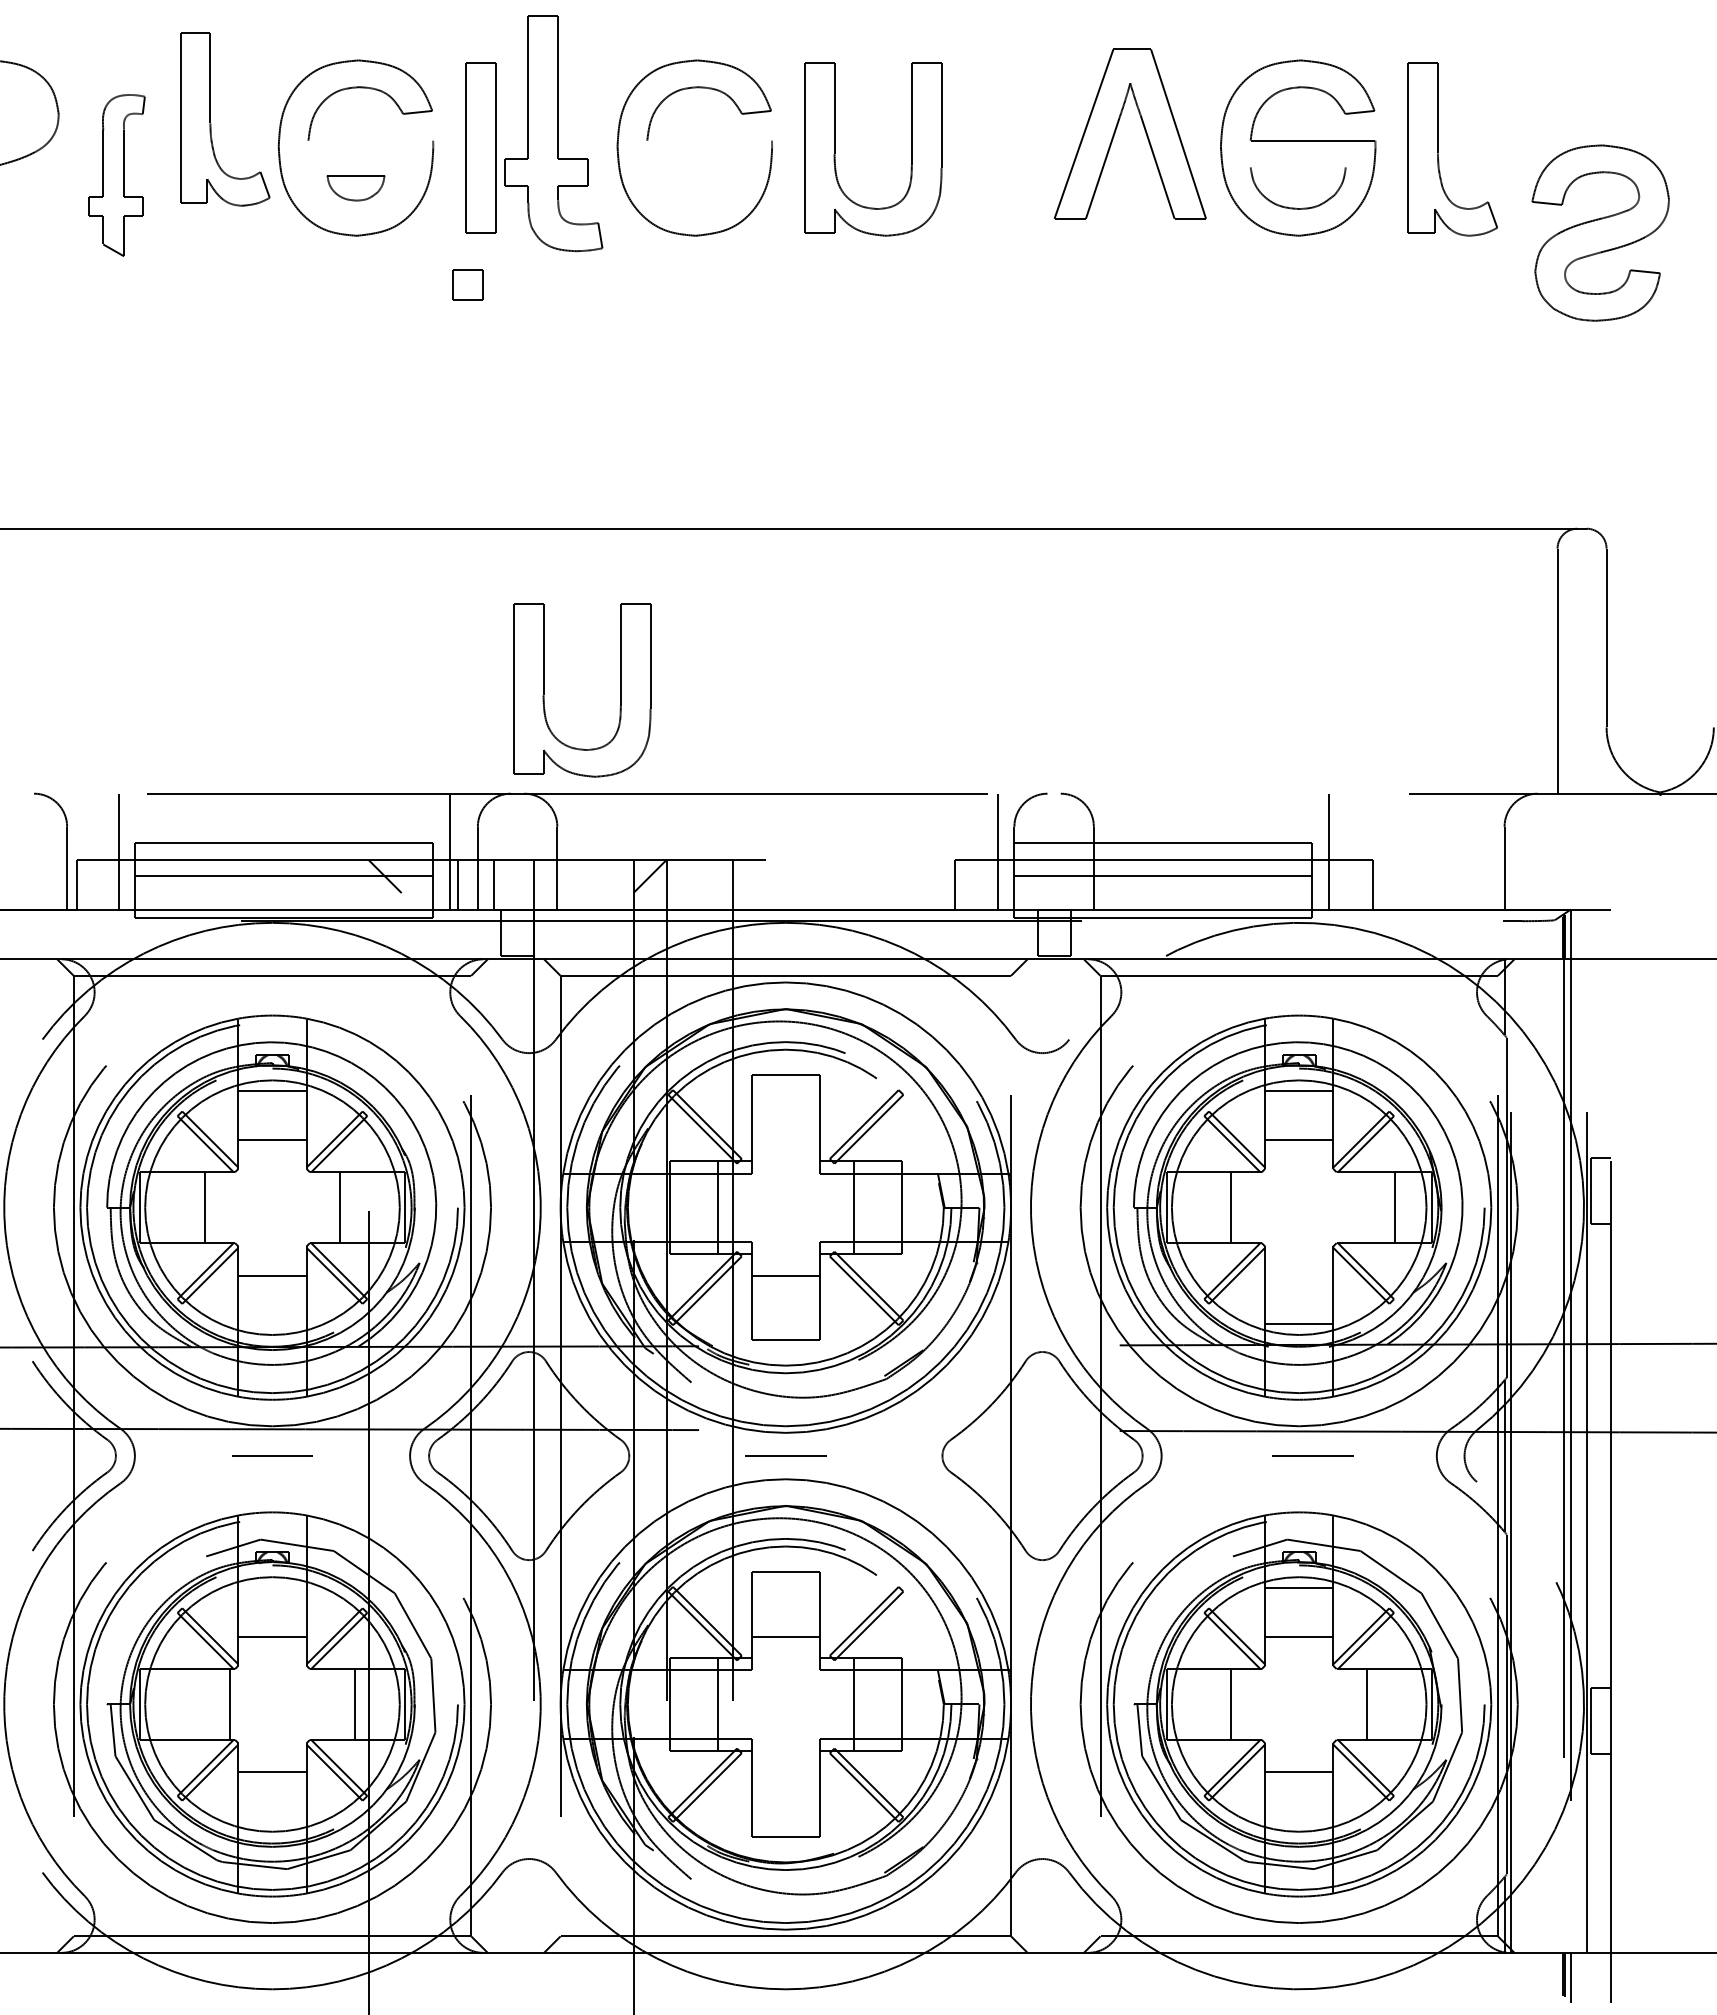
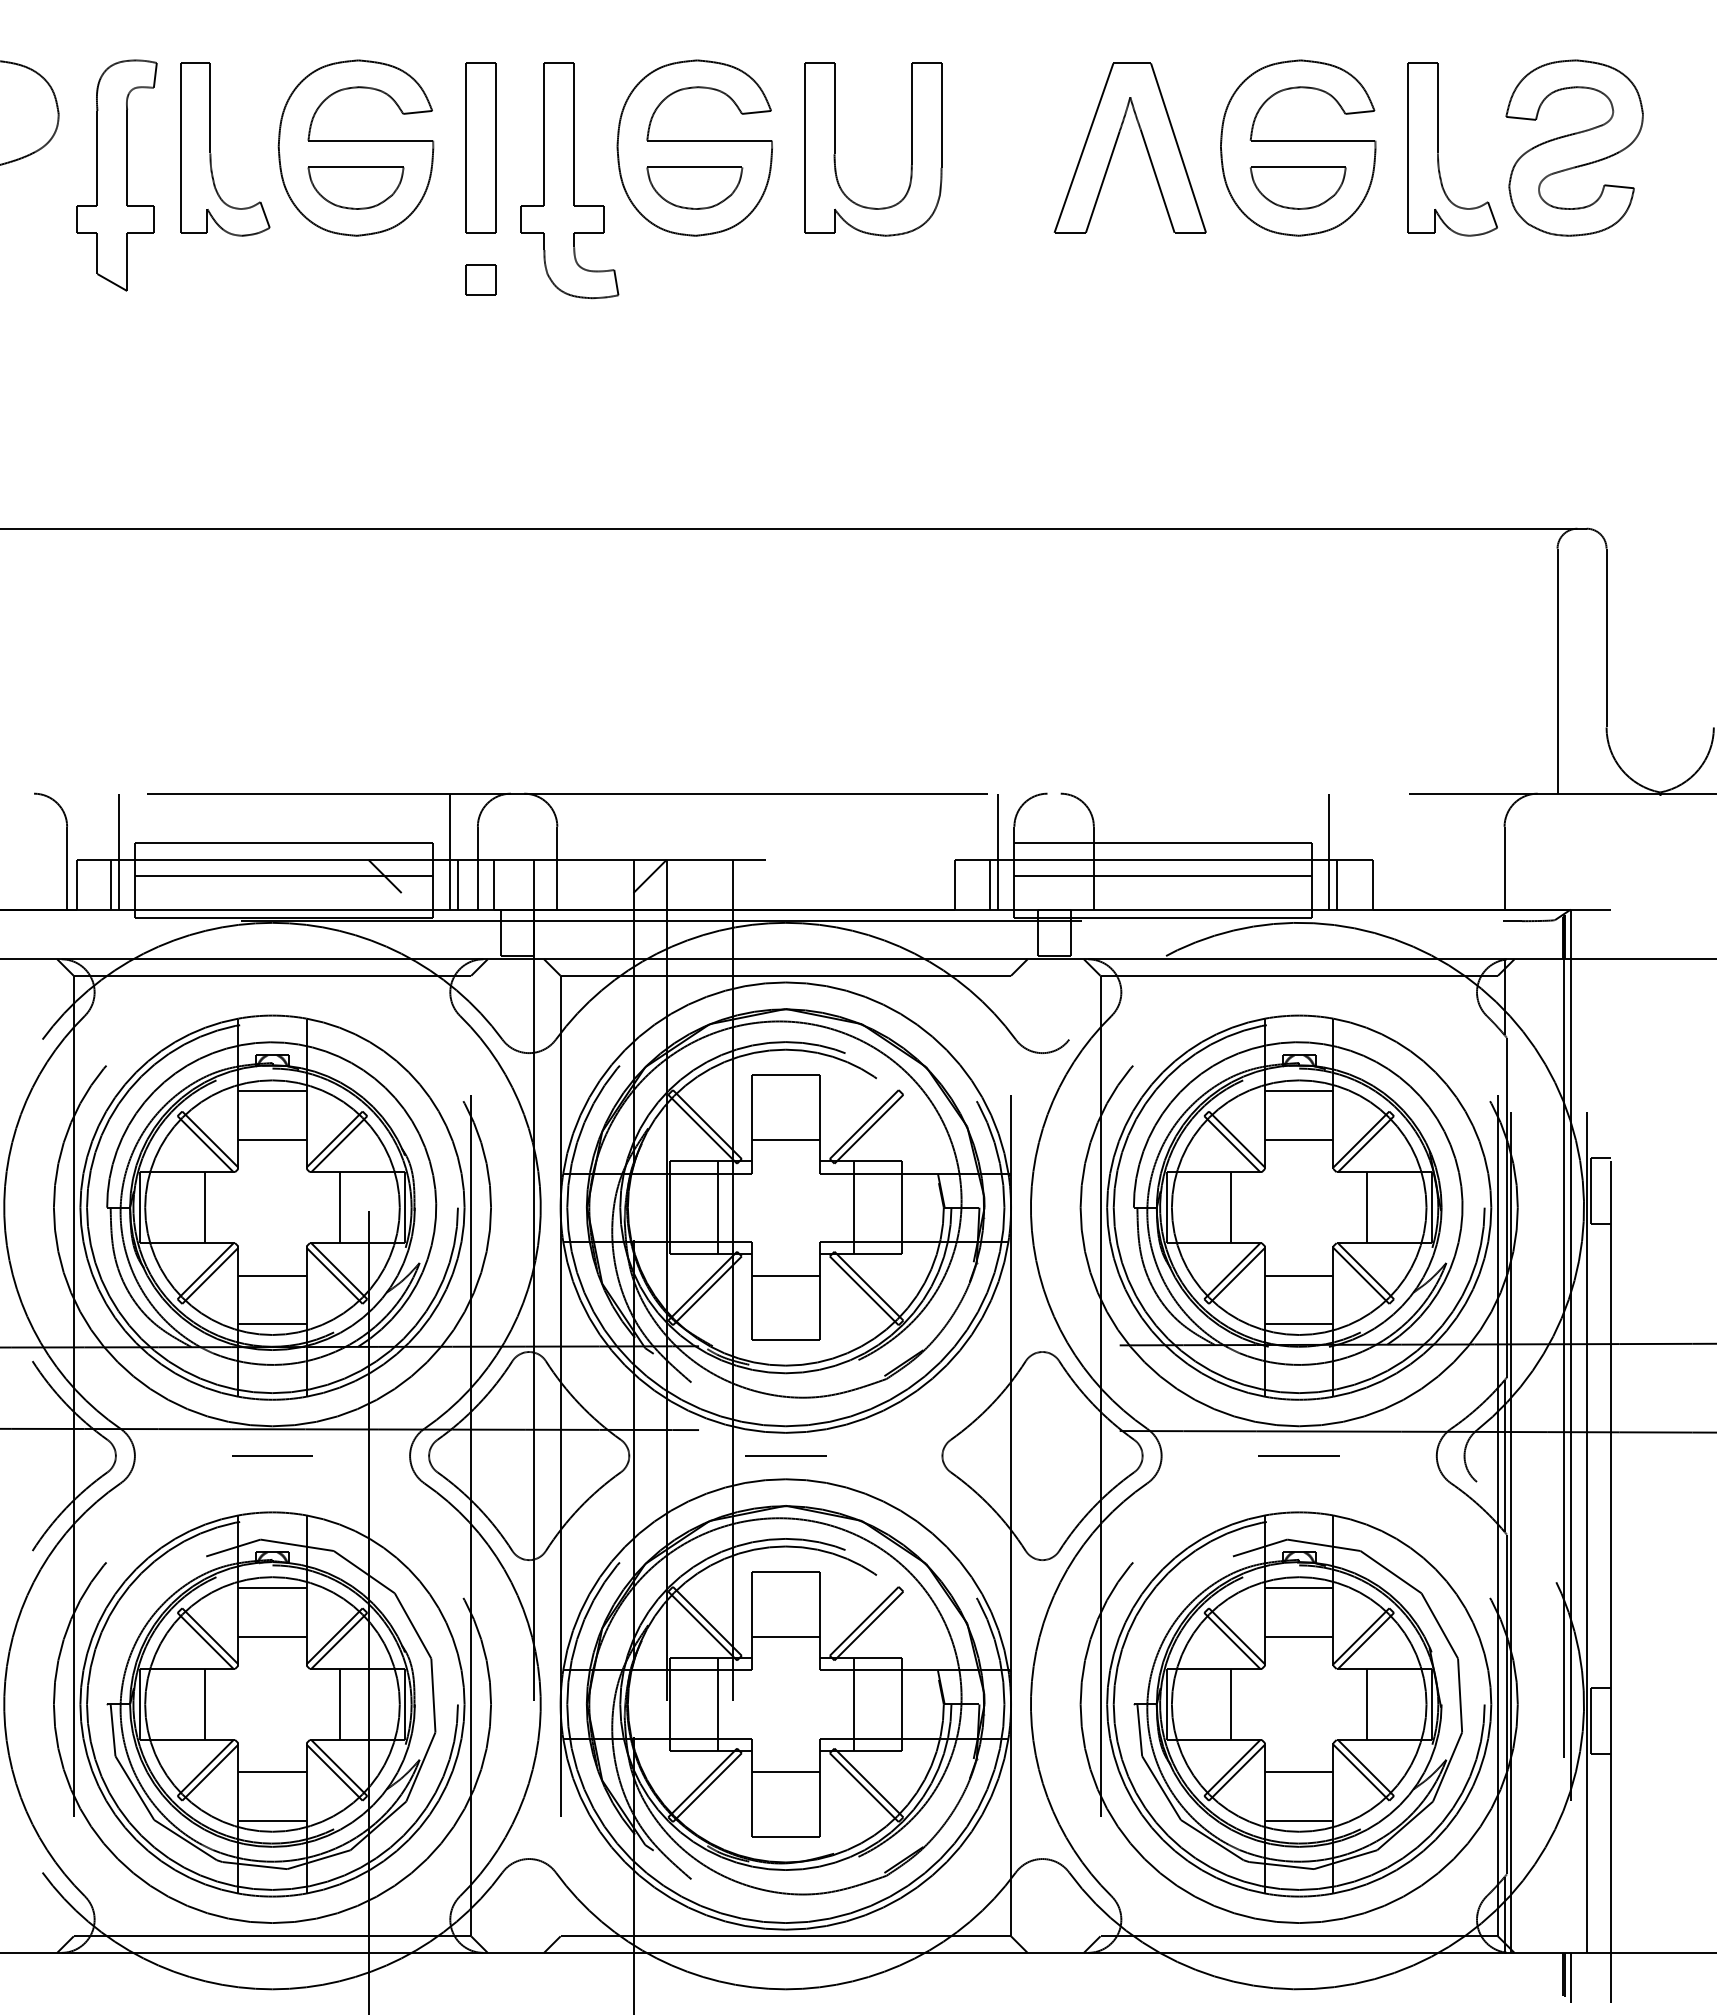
part at (211, 123) position: (211, 123) -> (211, 153)
part at (1116, 130) position: (1116, 130) -> (1116, 144)
part at (553, 133) position: (553, 133) -> (569, 180)
line at (370, 140): none -> present
line at (709, 140): none -> present
line at (1297, 167): none -> present
part at (116, 175) size: 58x163 px -> 82x233 px
part at (694, 187): none -> present
part at (355, 188) size: 60x27 px -> 98x44 px
part at (1600, 232) position: (1600, 232) -> (1574, 147)
part at (467, 284) position: (467, 284) -> (480, 279)
part at (544, 690): present -> none
line at (110, 884): none -> present
line at (989, 884): none -> present
line at (1337, 884): none -> present
line at (785, 1139): none -> present
line at (1395, 1207) position: (1395, 1207) -> (1367, 1207)
line at (1299, 1275): none -> present
line at (272, 1324): none -> present
line at (1312, 1455) position: (1312, 1455) -> (1298, 1455)
line at (272, 1588): none -> present
line at (229, 1704) position: (229, 1704) -> (204, 1704)
line at (355, 1704) position: (355, 1704) -> (340, 1704)
line at (785, 1772): none -> present
line at (272, 1820): none -> present
line at (1299, 1820): none -> present
